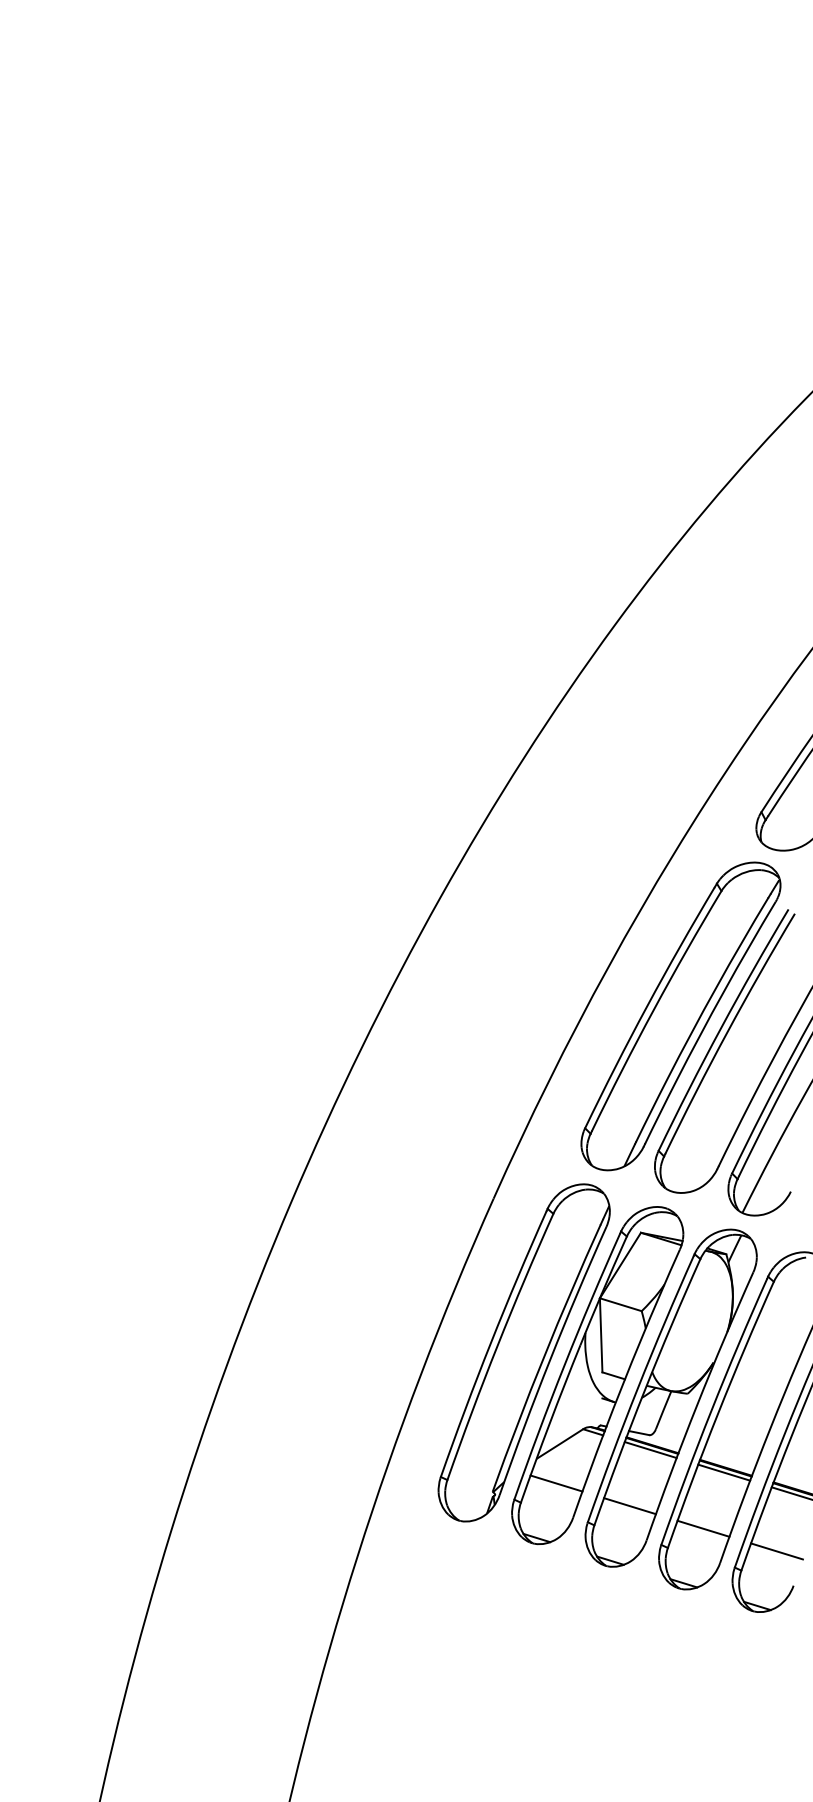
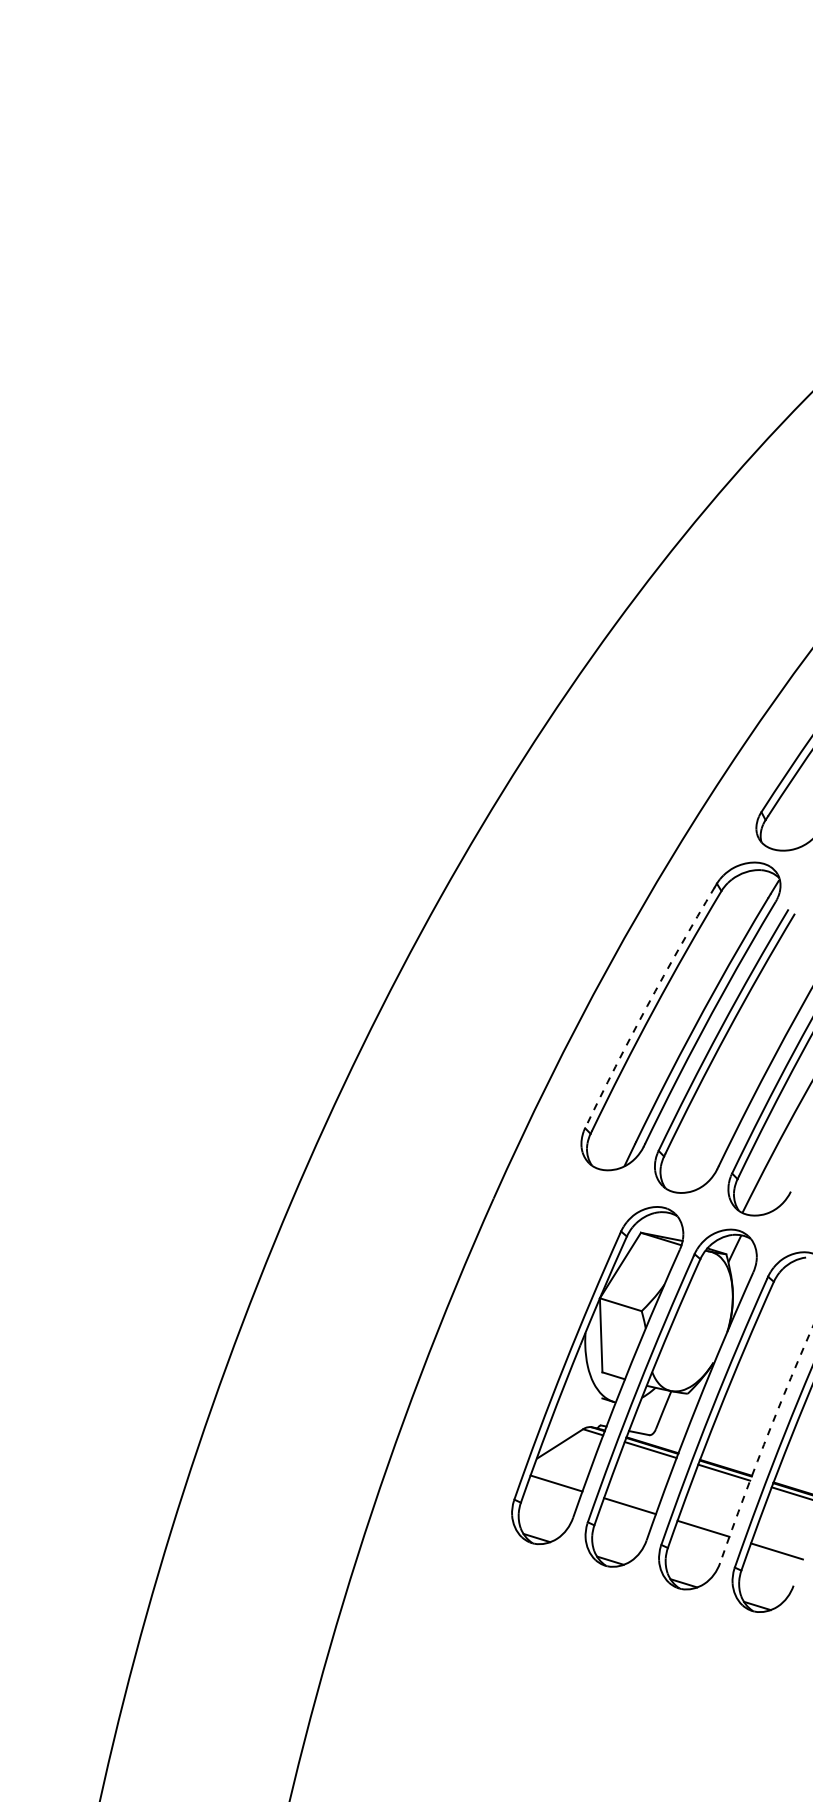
arc at (647, 1006): solid -> dashed
part at (523, 1352): present -> none
arc at (764, 1444): solid -> dashed
